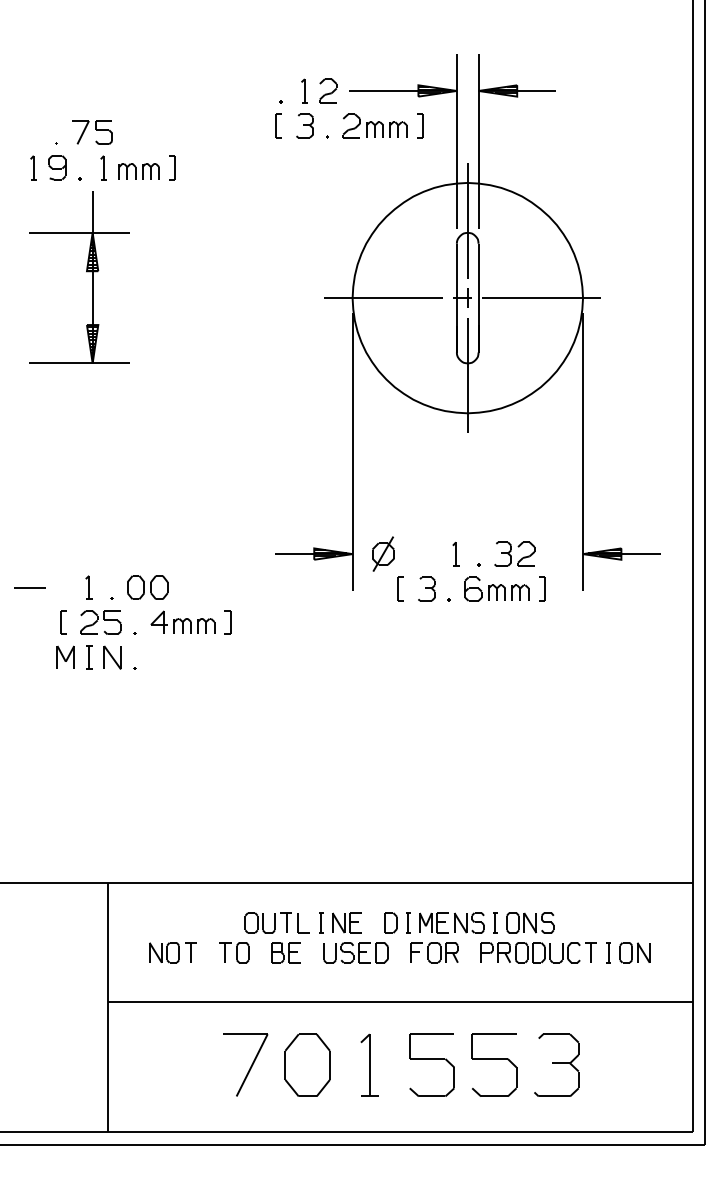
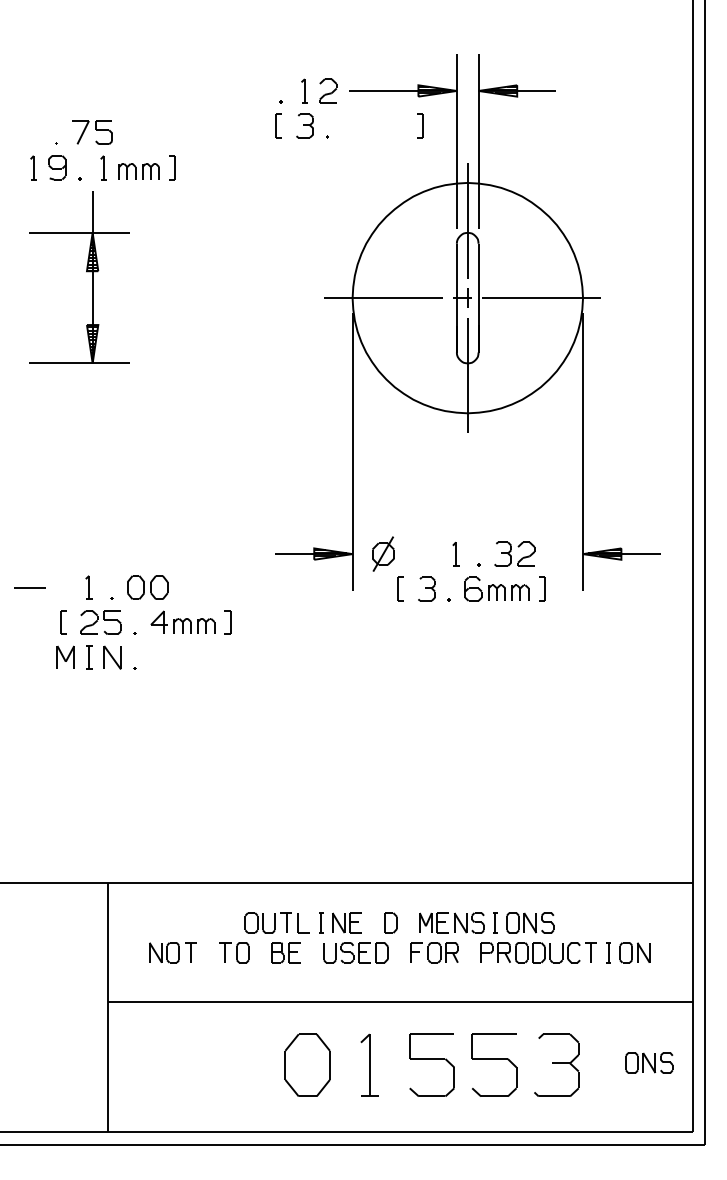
part at (374, 125): present -> none
part at (408, 922): present -> none
part at (649, 1062): none -> present
part at (245, 1064): present -> none
